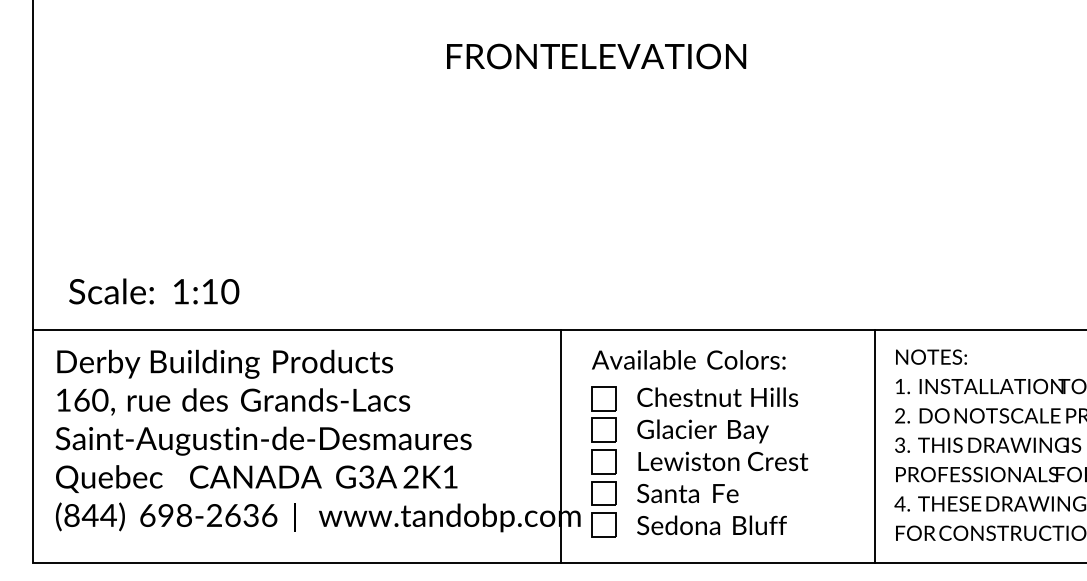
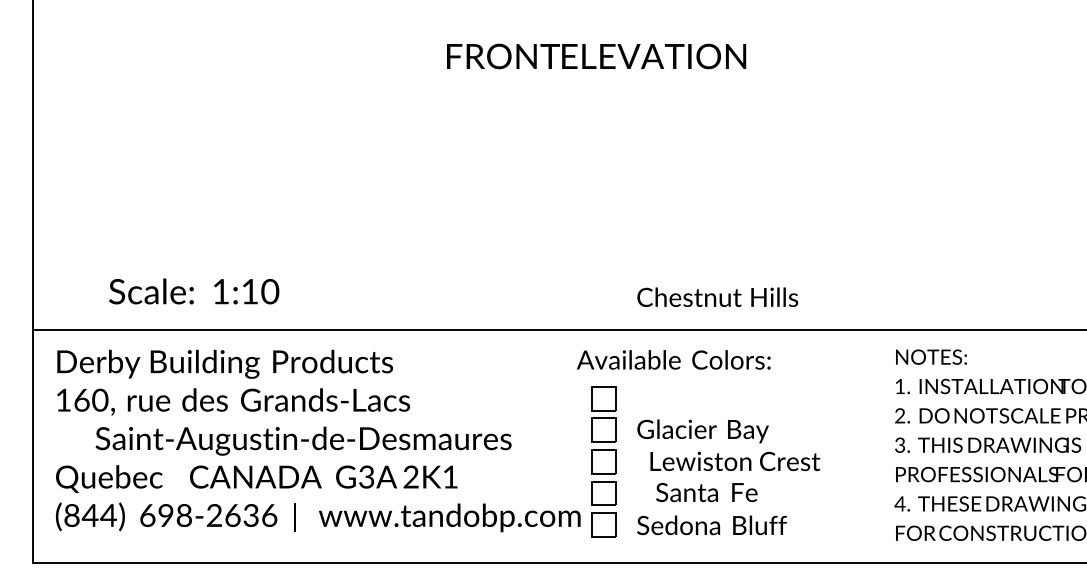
text at (154, 291) position: (154, 291) -> (194, 291)
text at (688, 359) position: (688, 359) -> (673, 359)
text at (717, 396) position: (717, 396) -> (717, 296)
text at (263, 440) position: (263, 440) -> (303, 440)
line at (561, 446): present -> none
line at (874, 446): present -> none
text at (723, 461) position: (723, 461) -> (735, 461)
text at (687, 493) position: (687, 493) -> (706, 492)
